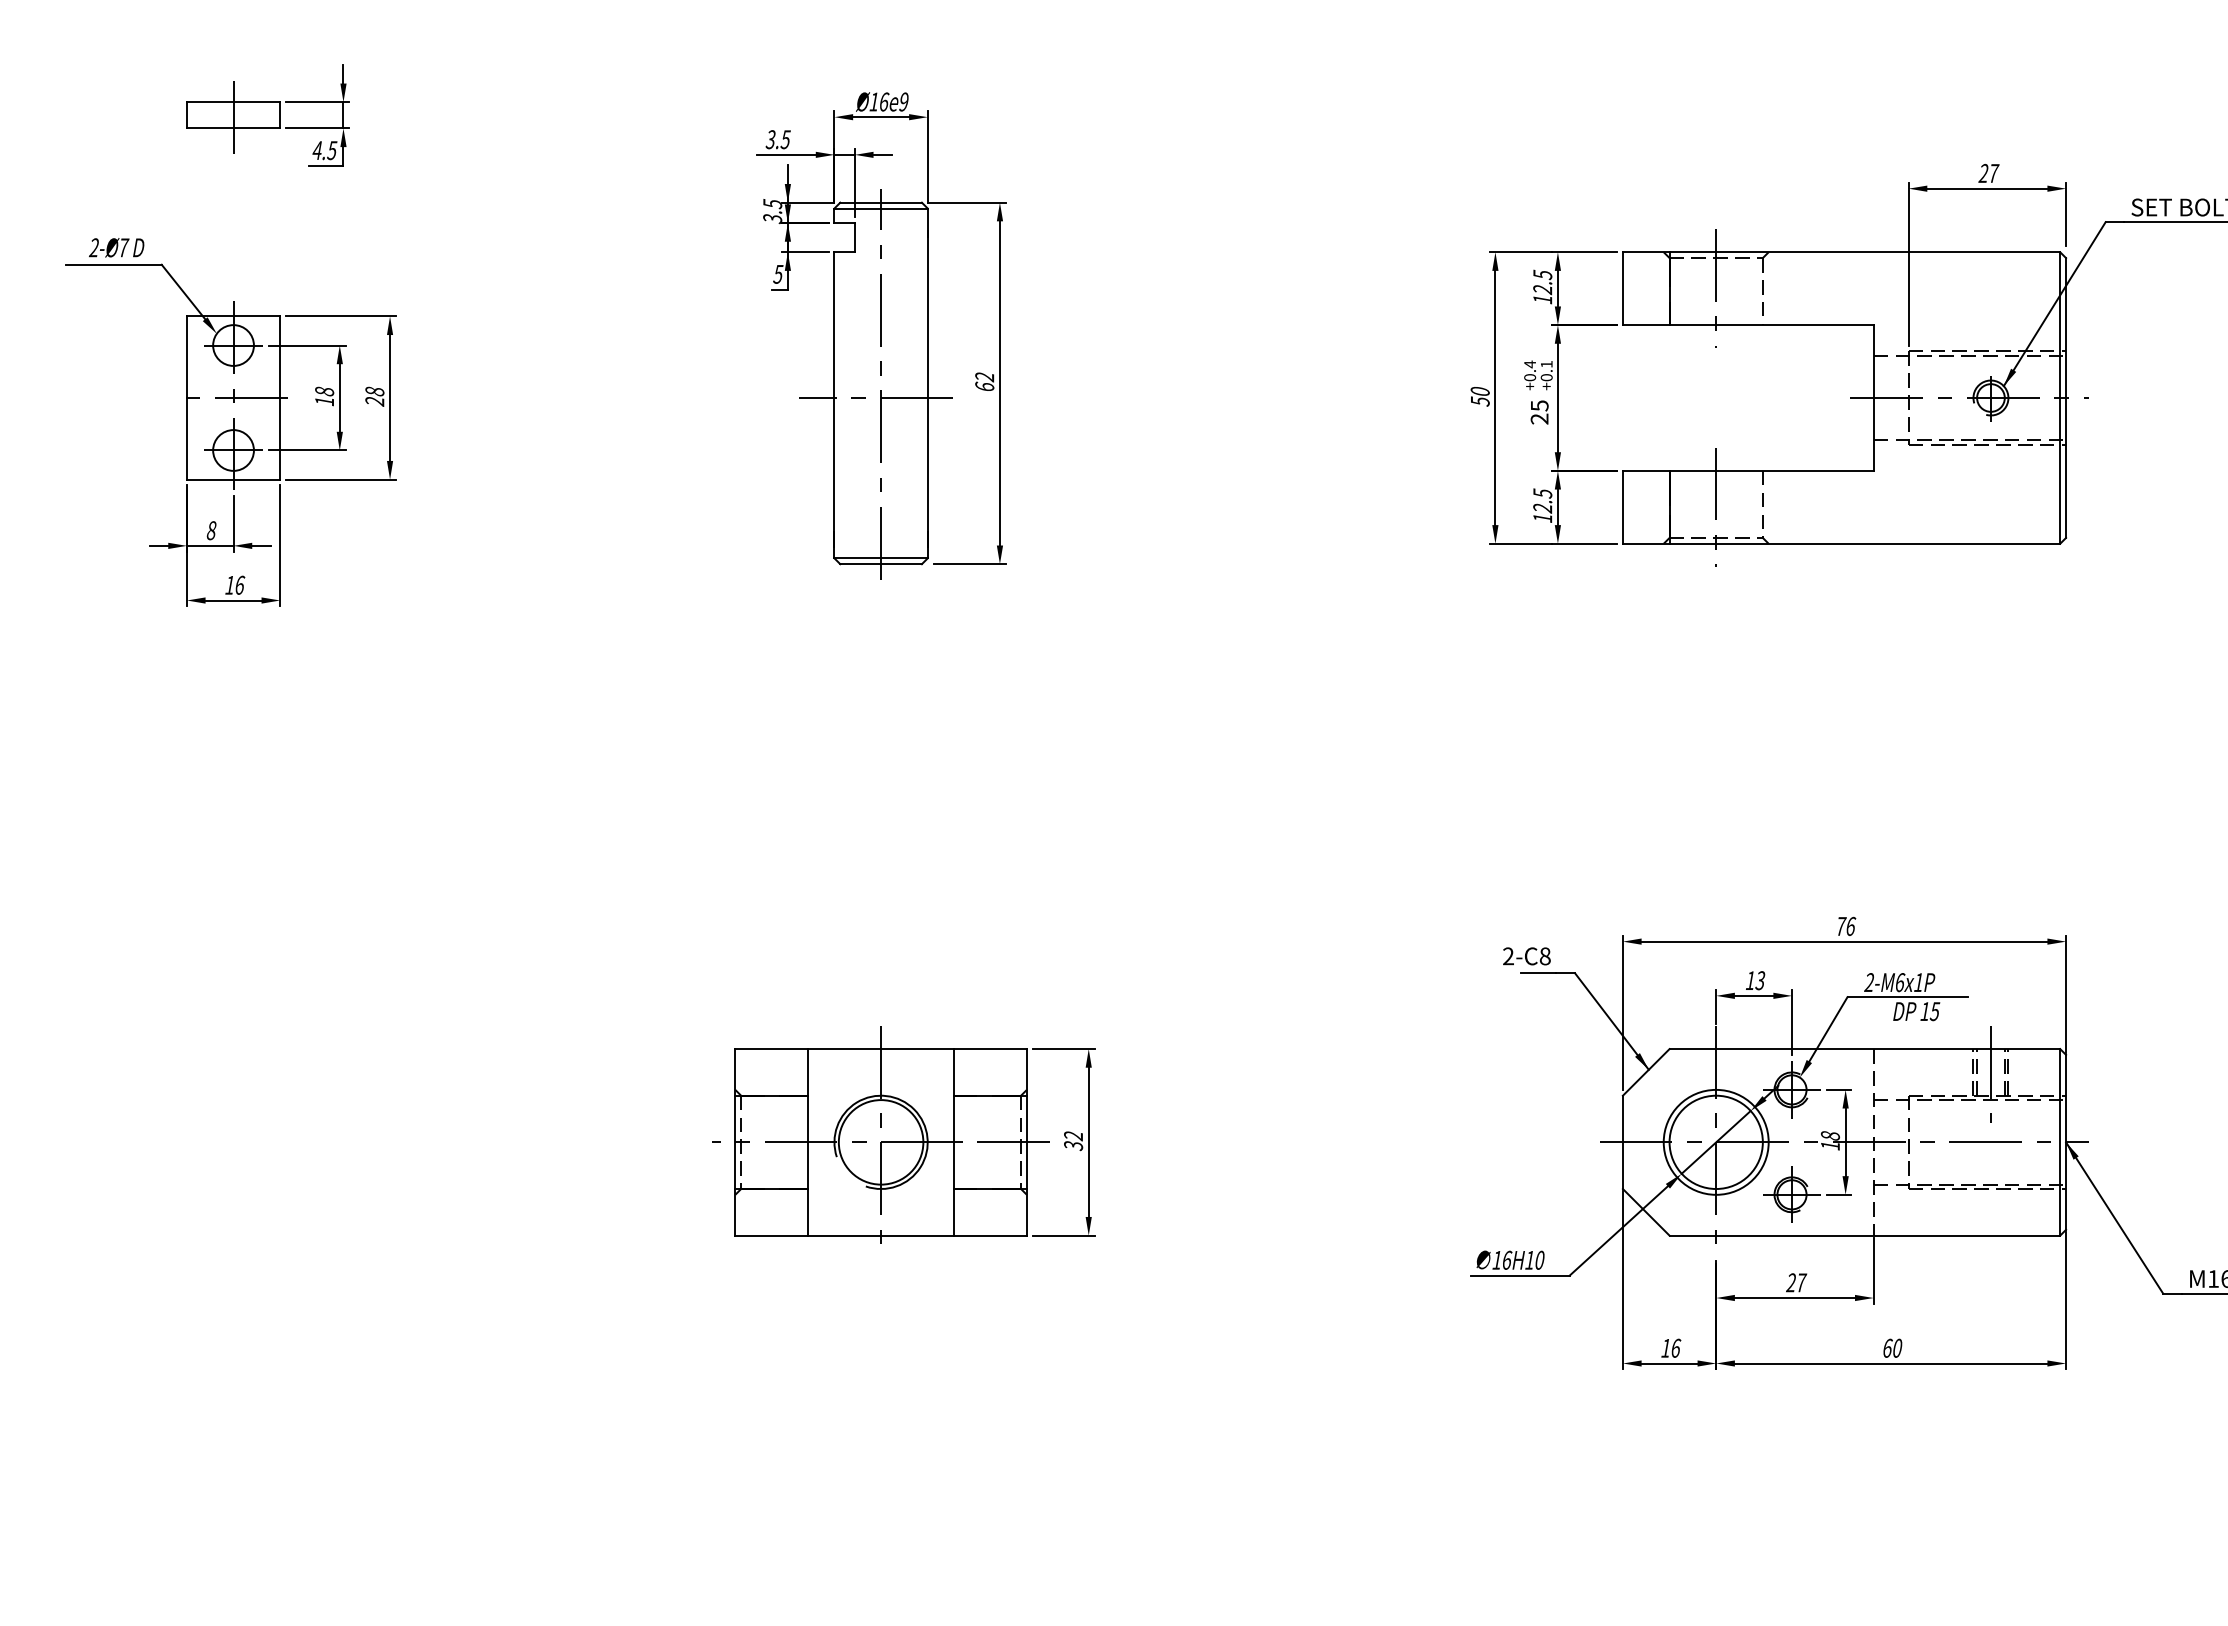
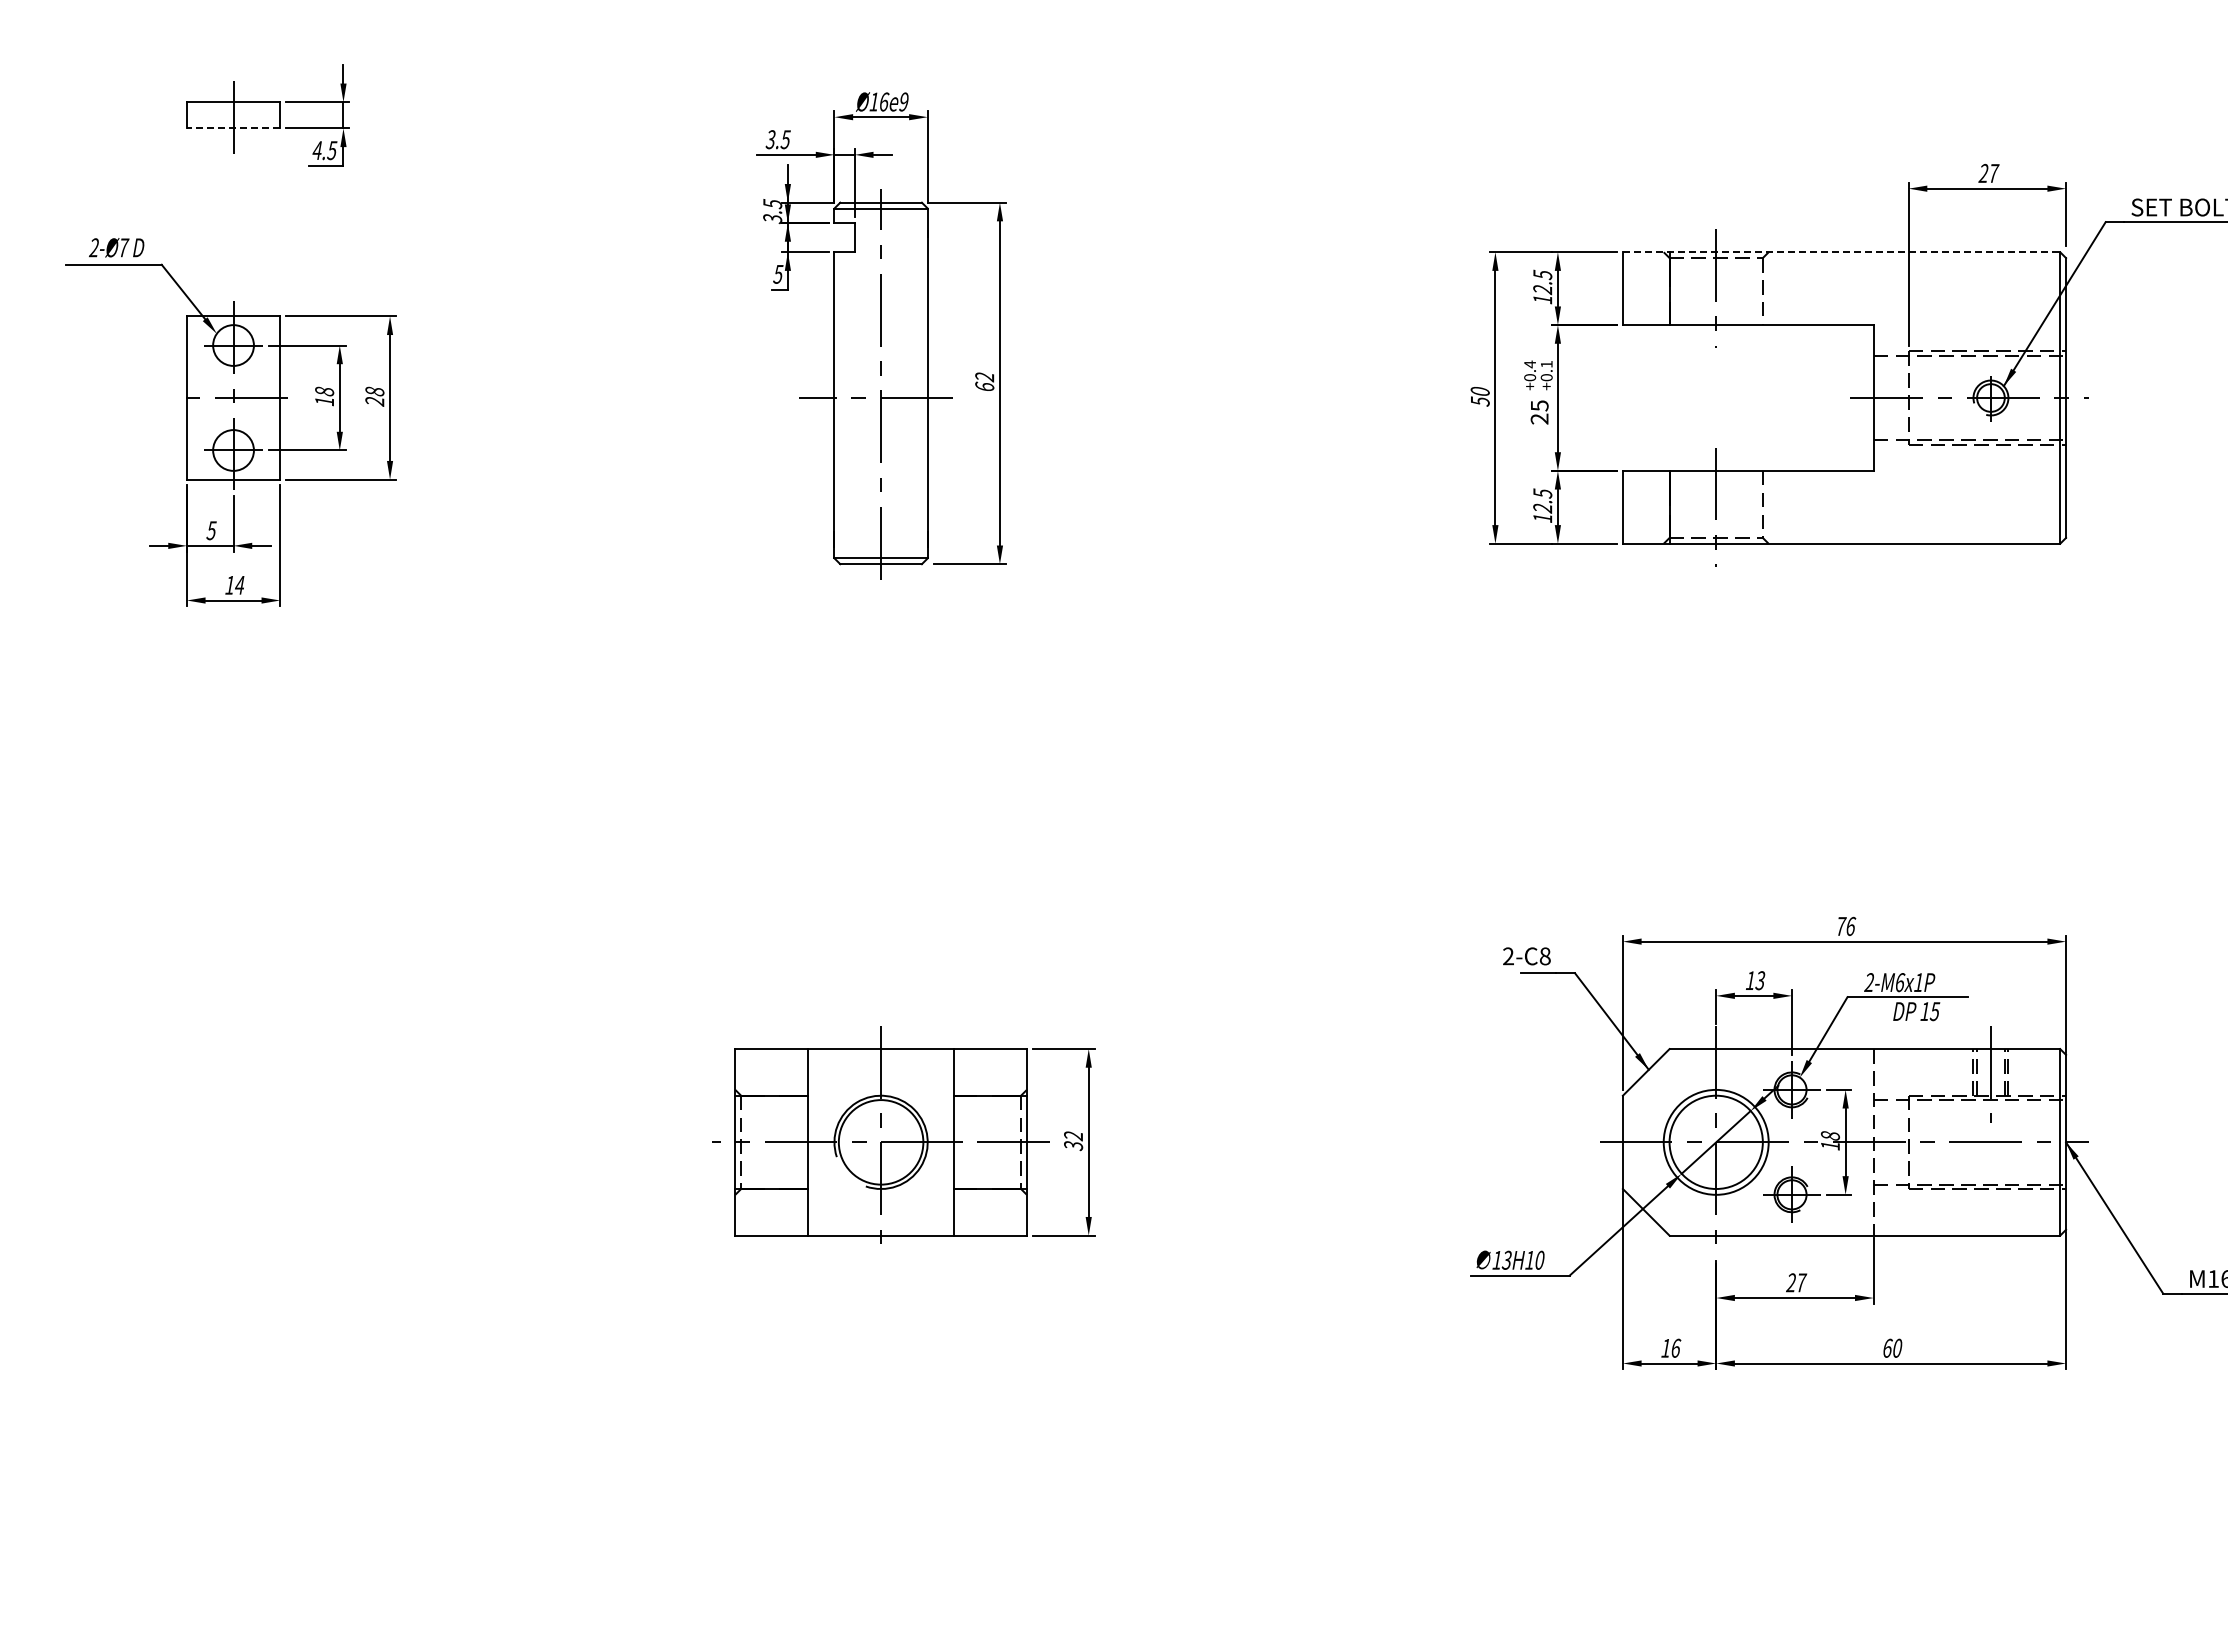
line at (233, 128): solid -> dashed
line at (1841, 252): solid -> dashed
text at (211, 530): 8 -> 5
text at (240, 584): 16 -> 14
text at (1506, 1259): 16H10 -> 13H10
